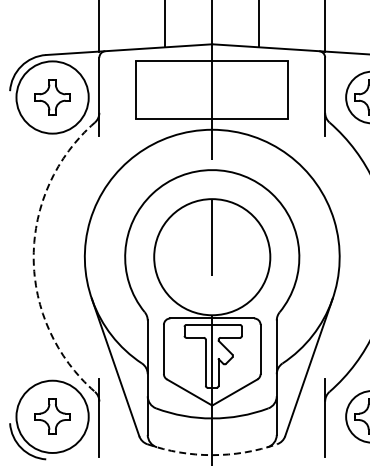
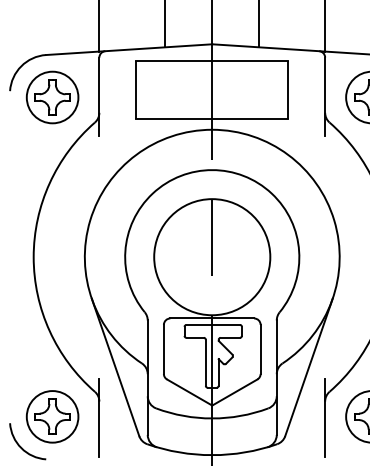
circle at (52, 97) diameter: 72 px -> 52 px
arc at (33, 257): dashed -> solid
circle at (52, 416) diameter: 72 px -> 52 px
arc at (212, 455): dashed -> solid
